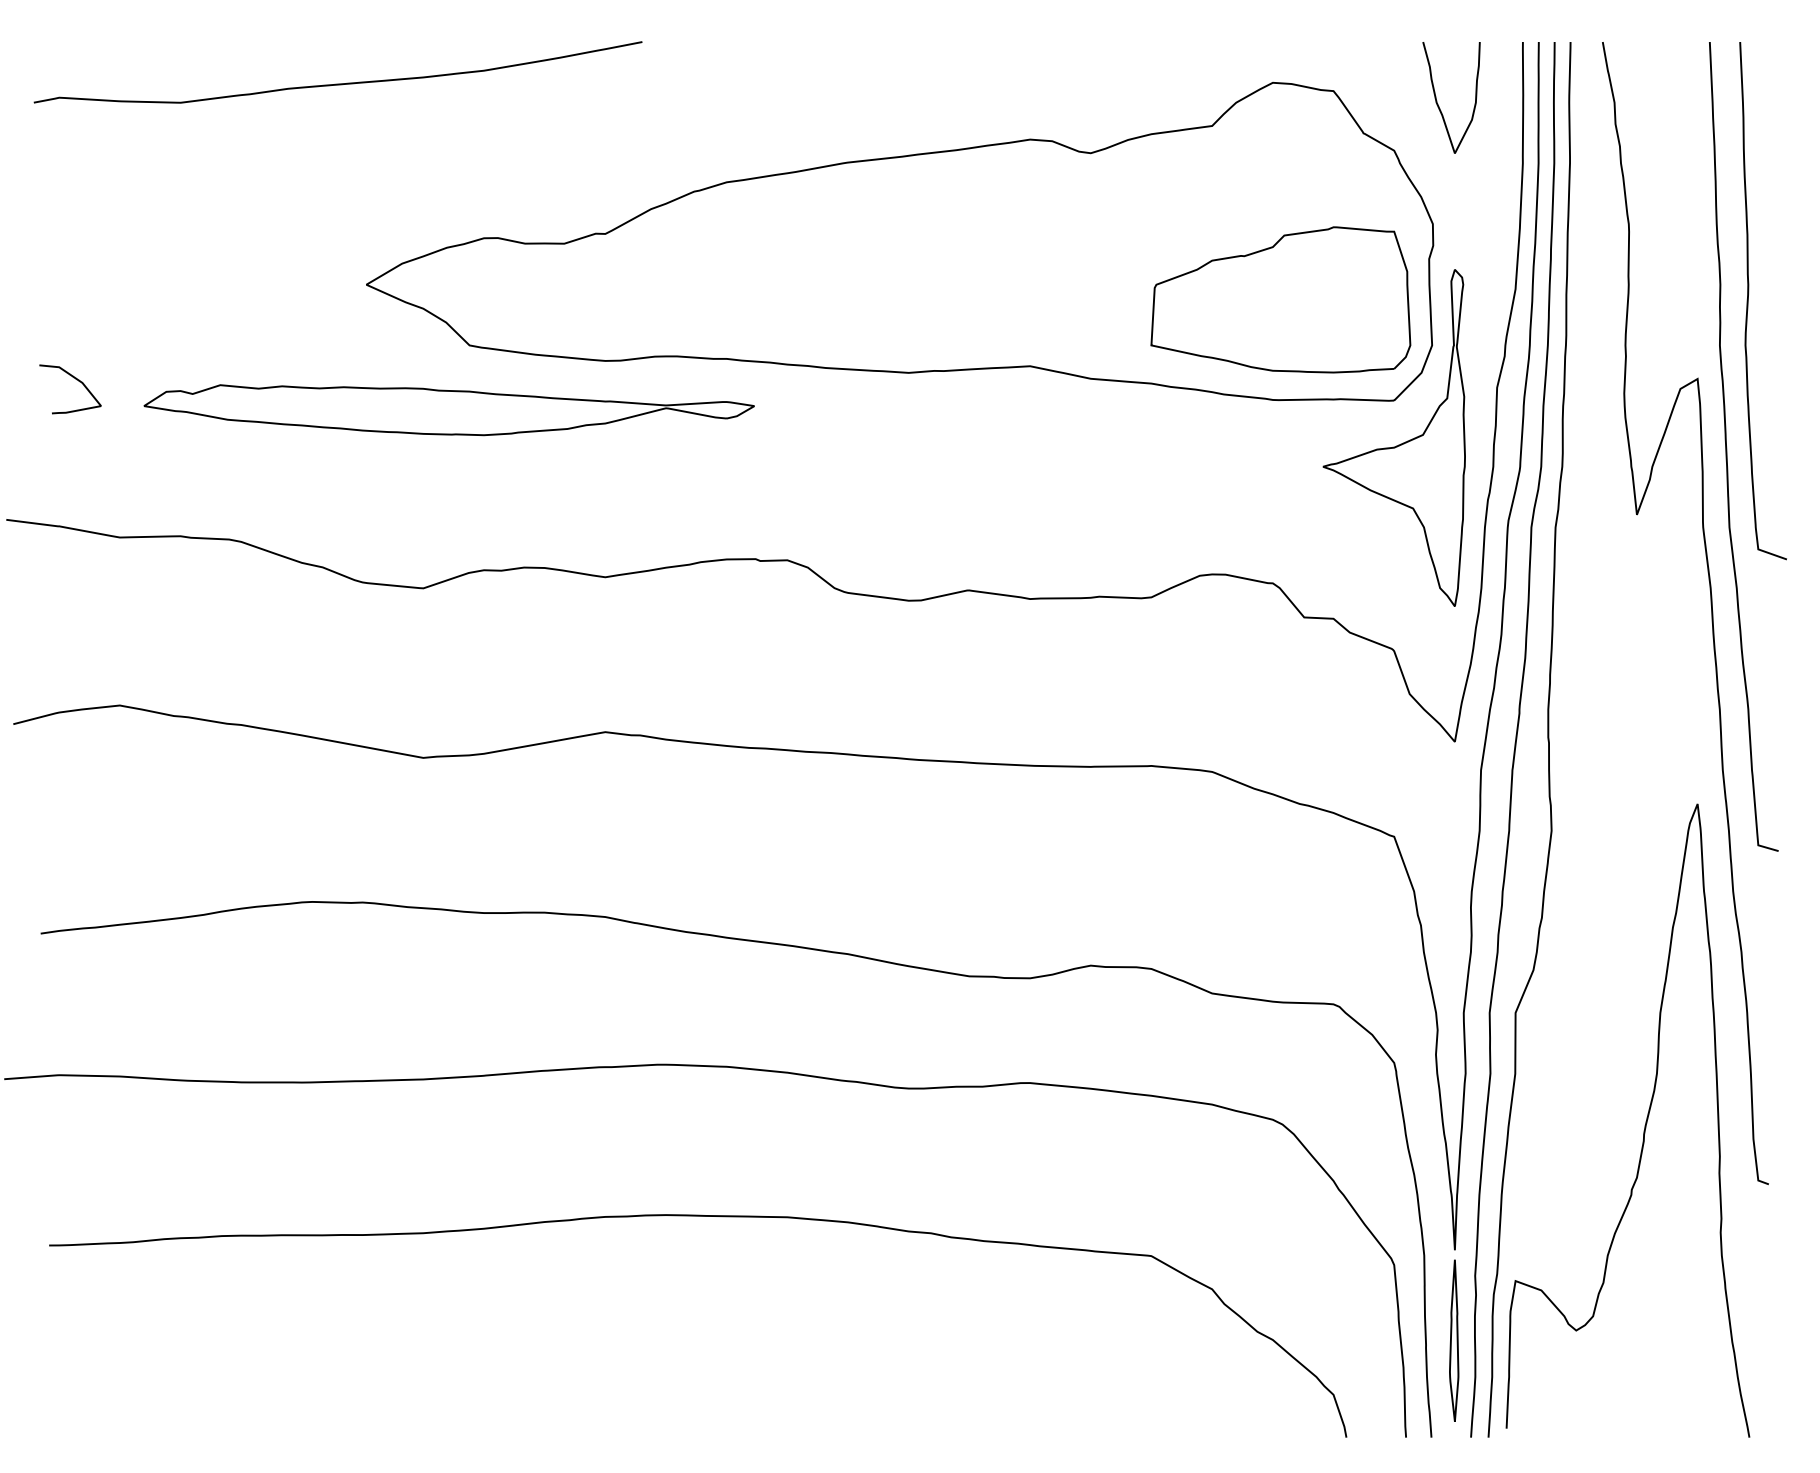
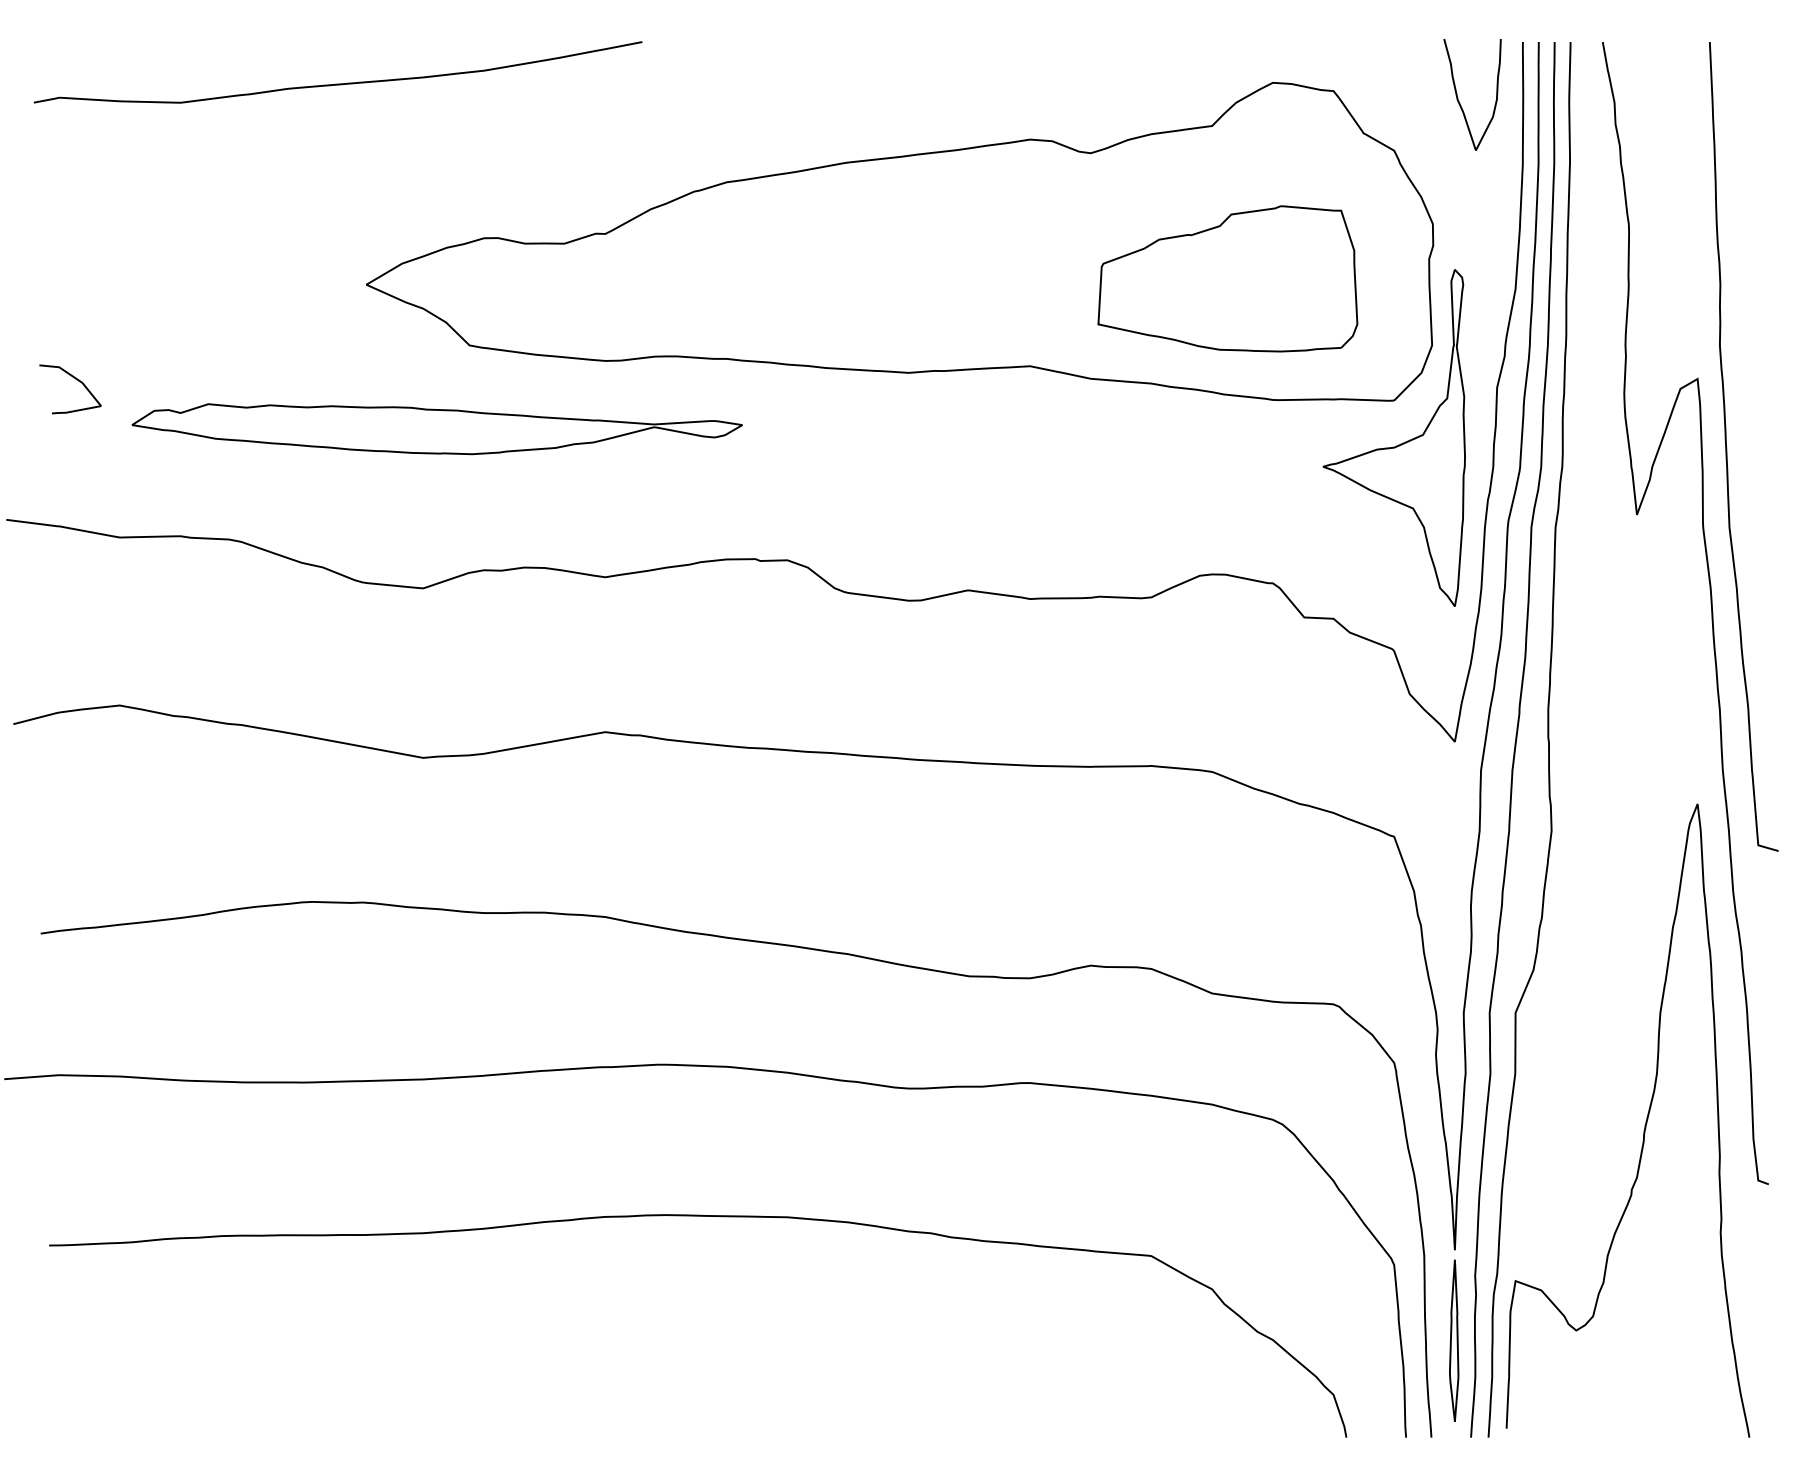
curve at (1437, 100) position: (1437, 100) -> (1458, 97)
part at (1280, 299) position: (1280, 299) -> (1227, 278)
curve at (1748, 301): present -> none
part at (448, 410) position: (448, 410) -> (436, 429)
